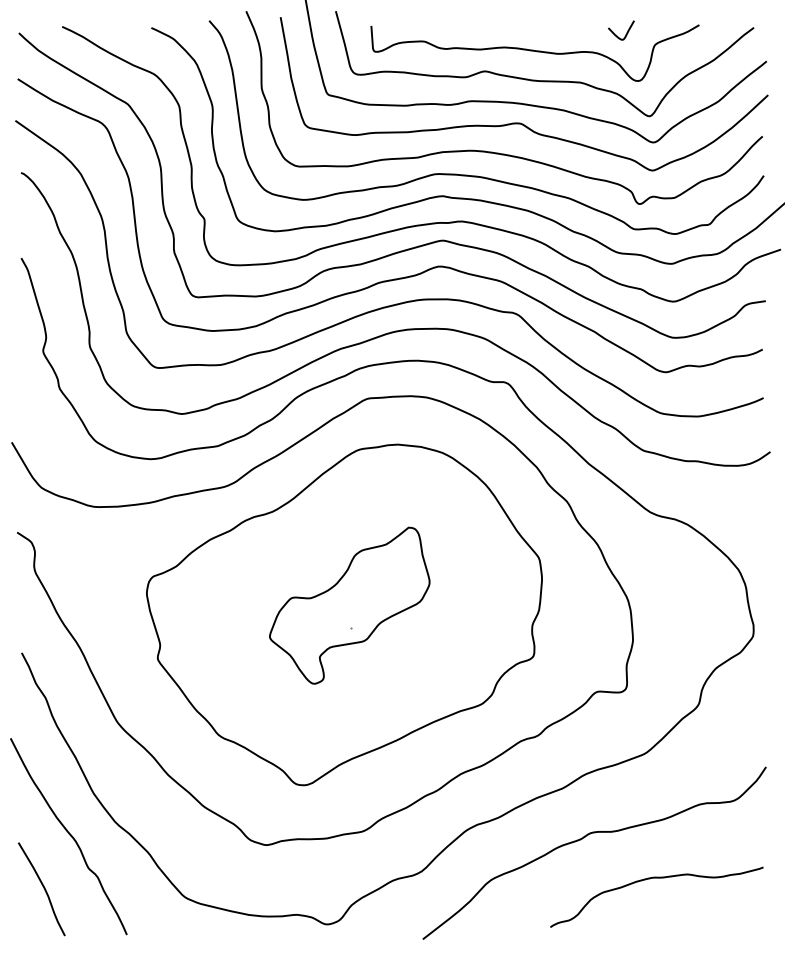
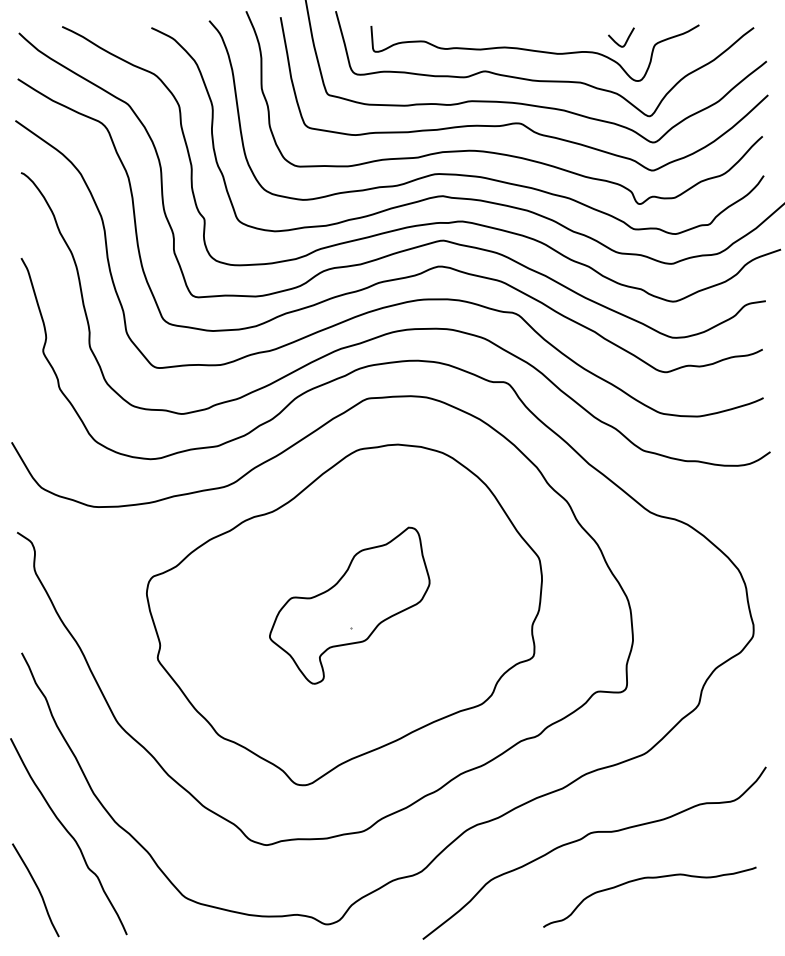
curve at (626, 32) position: (626, 32) -> (626, 39)
curve at (656, 878) position: (656, 878) -> (649, 878)
curve at (43, 888) position: (43, 888) -> (37, 889)
